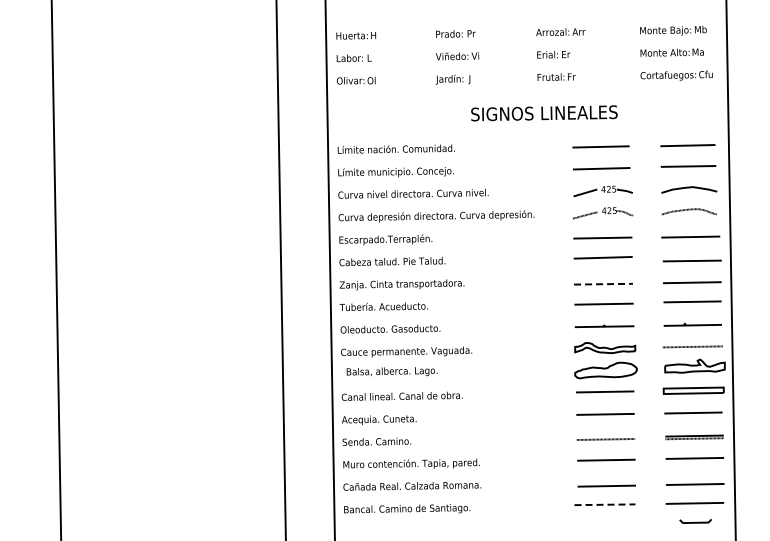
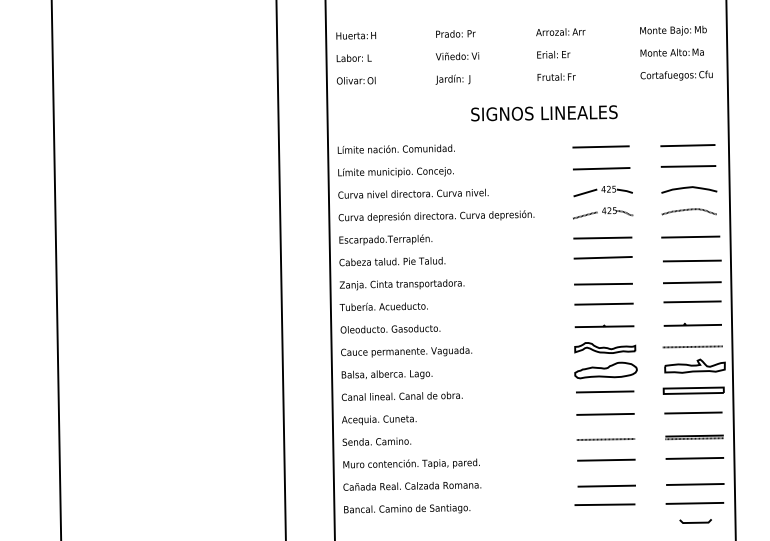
line at (603, 284): dashed -> solid
text at (391, 371) position: (391, 371) -> (386, 374)
line at (605, 504): dashed -> solid
